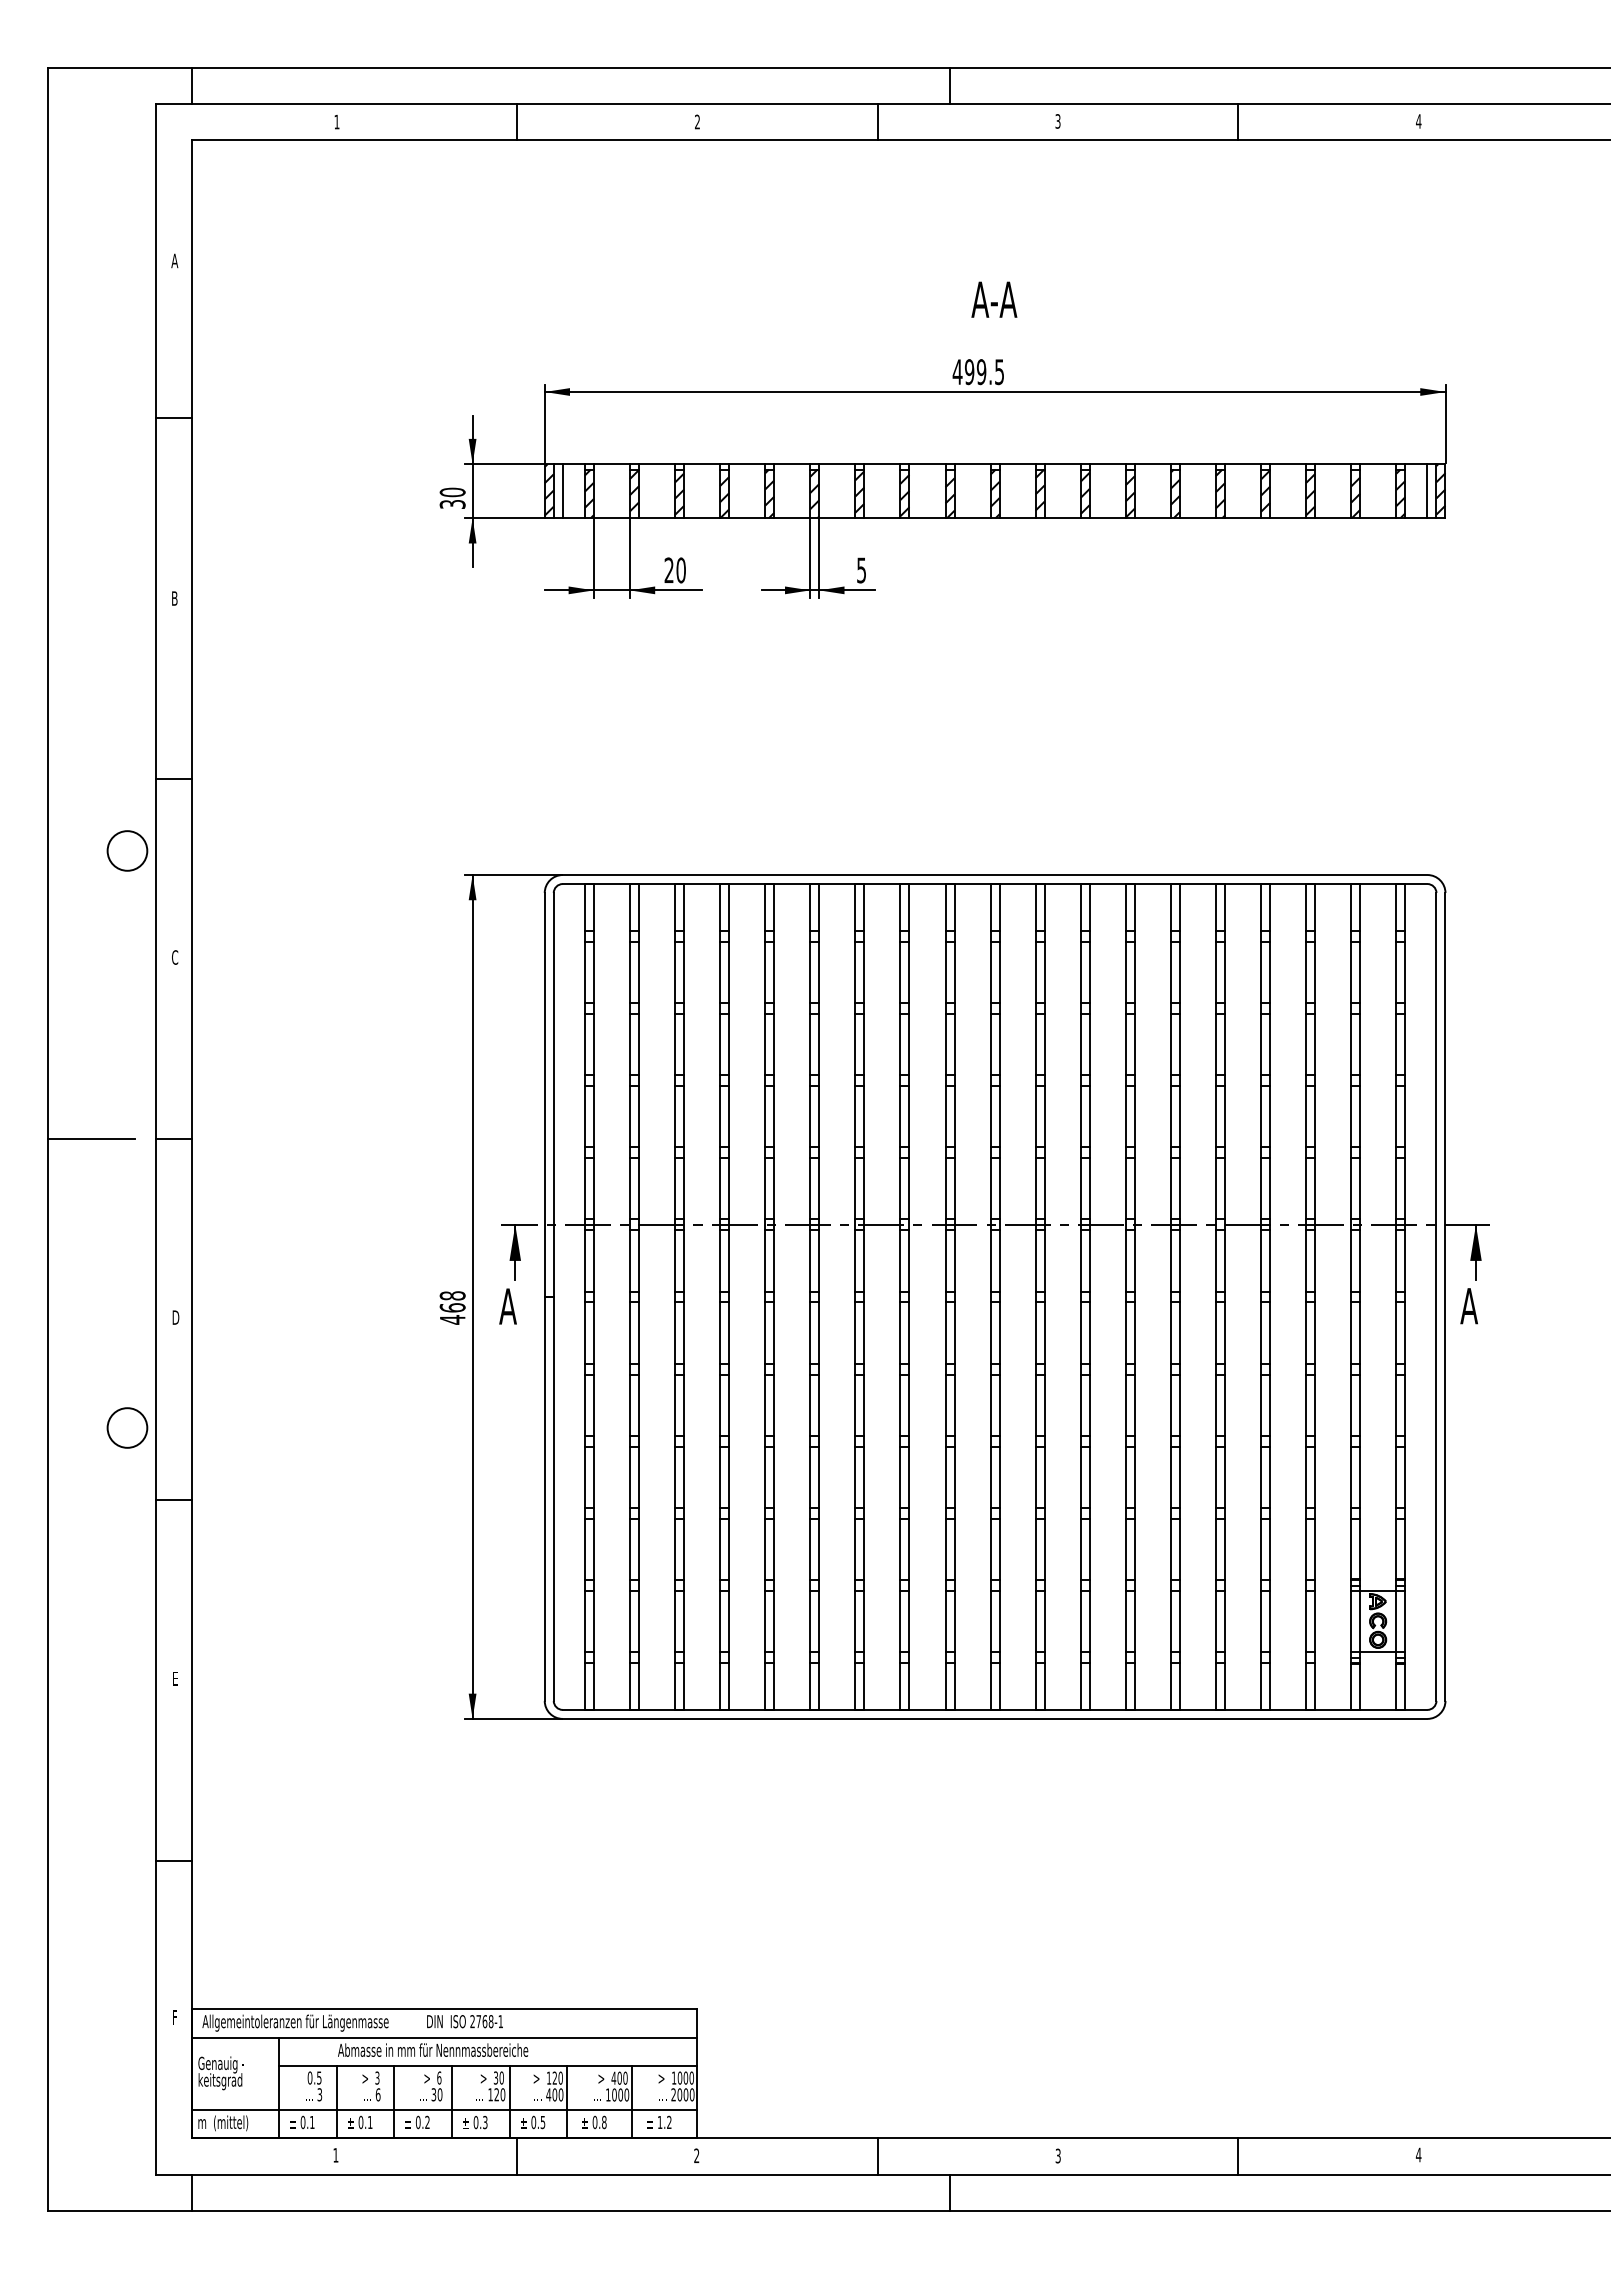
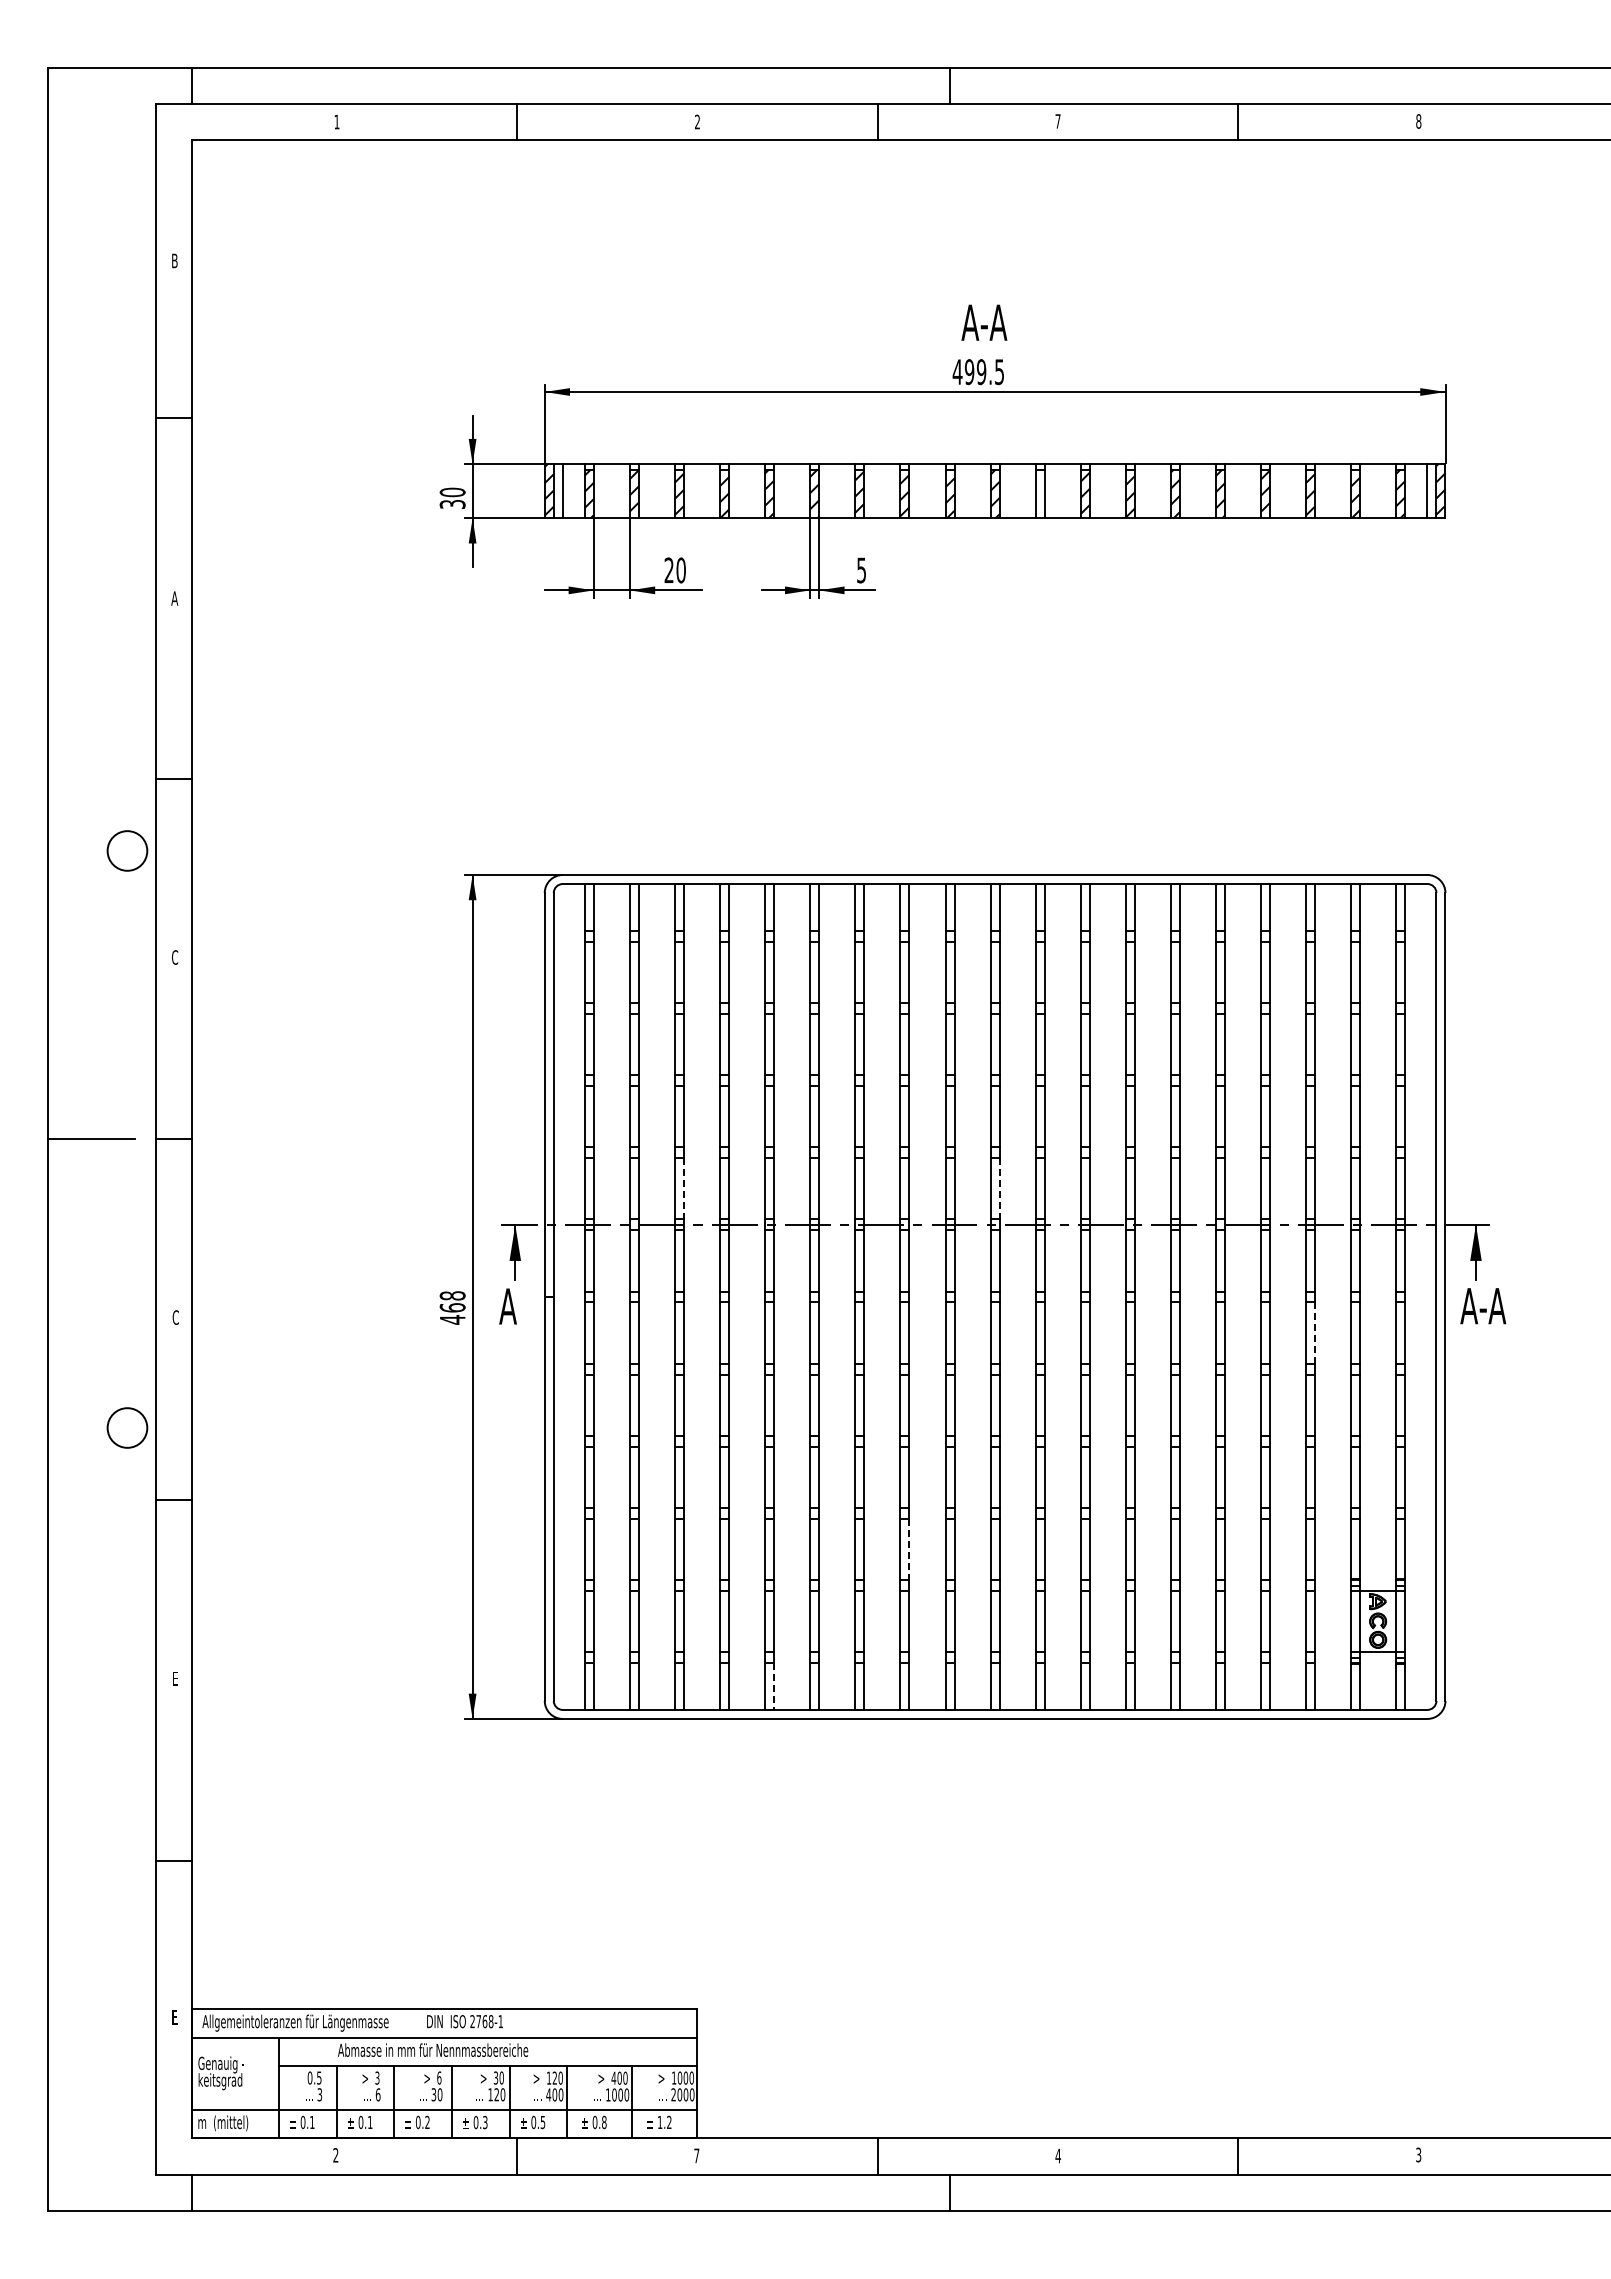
text at (1057, 121): 3 -> 7
text at (1418, 121): 4 -> 8
text at (174, 260): A -> B
text at (994, 299) position: (994, 299) -> (984, 322)
hatch at (1039, 493): present -> none
text at (174, 598): B -> A
line at (684, 1188): solid -> dashed
line at (999, 1188): solid -> dashed
text at (1492, 1306): A -> A-A
text at (175, 1317): D -> C
line at (1315, 1333): solid -> dashed
line at (909, 1549): solid -> dashed
line at (774, 1686): solid -> dashed
text at (174, 2017): F -> E
text at (1418, 2154): 4 -> 3
text at (335, 2155): 1 -> 2
text at (696, 2155): 2 -> 7
text at (1058, 2155): 3 -> 4
